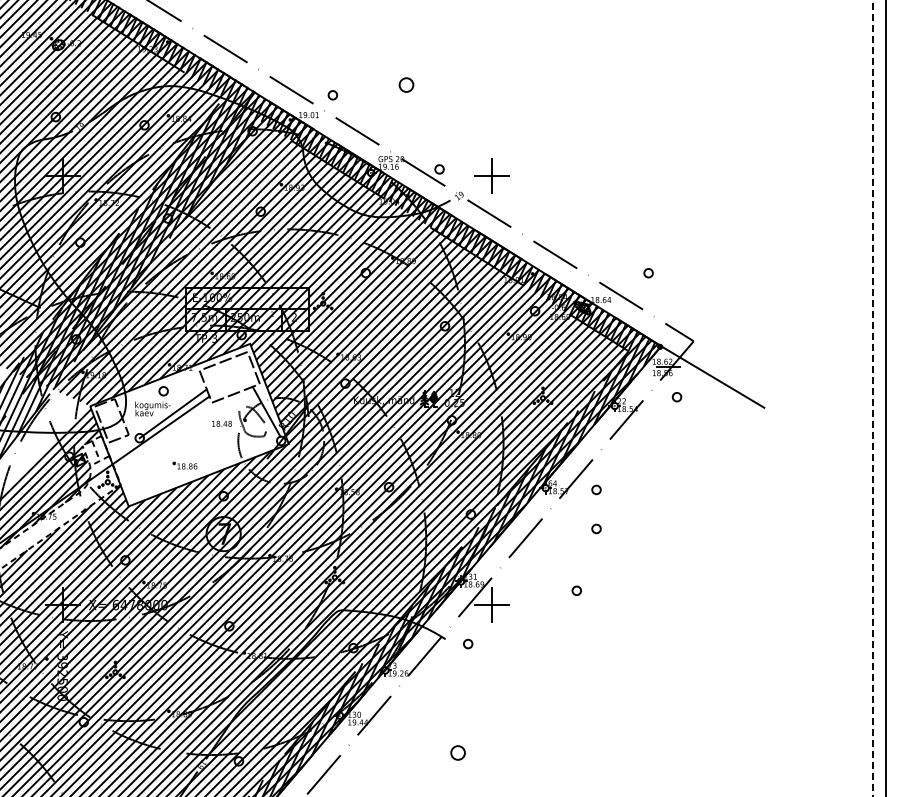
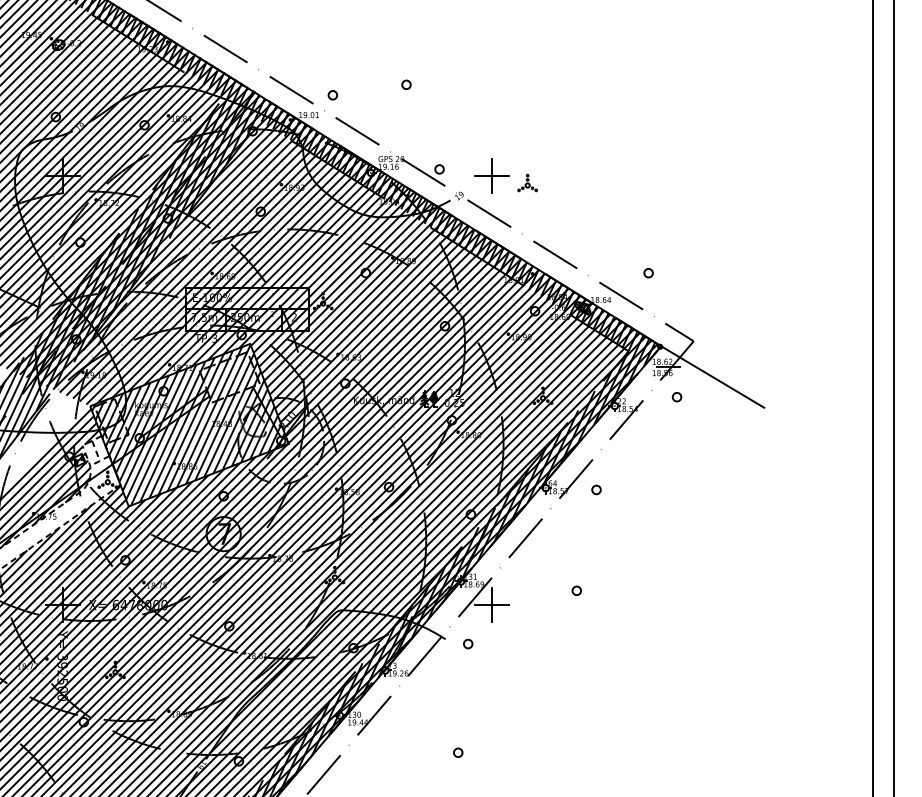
part at (406, 84) size: 17x16 px -> 11x11 px
part at (527, 182): none -> present
line at (886, 397) position: (886, 397) -> (894, 397)
line at (872, 398): dashed -> solid
hatch at (190, 424): none -> present
part at (596, 528): present -> none
part at (457, 752) size: 16x16 px -> 11x11 px
